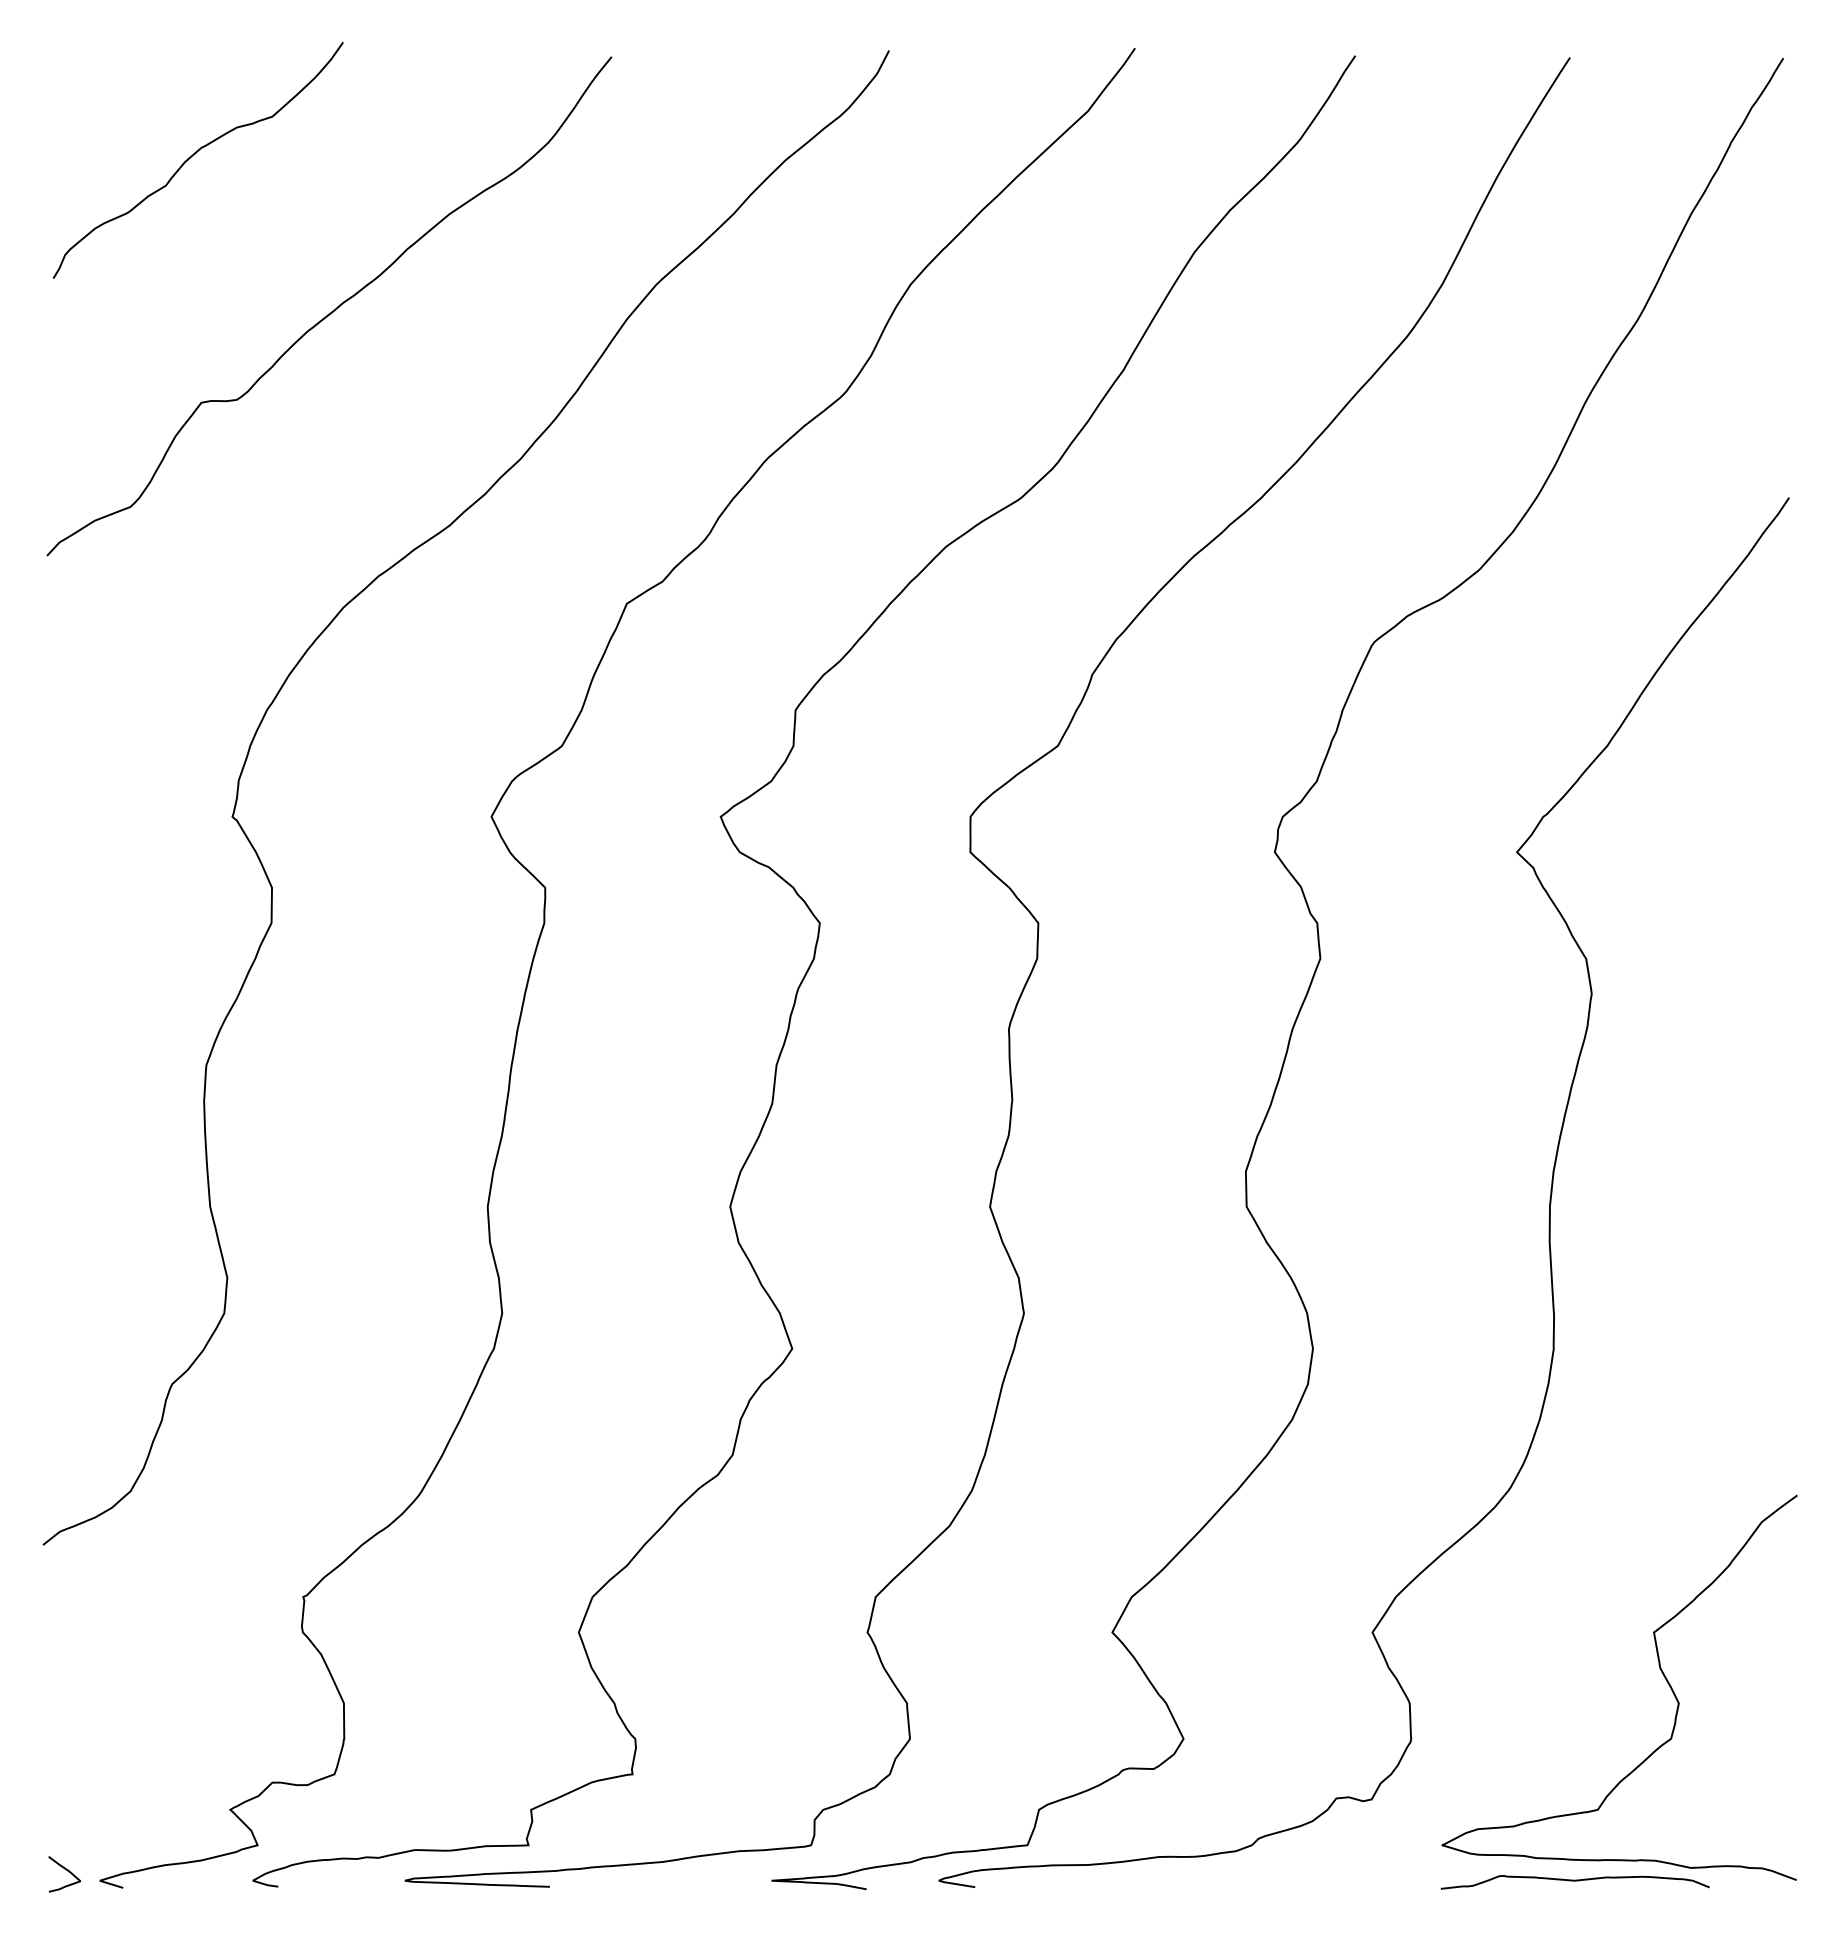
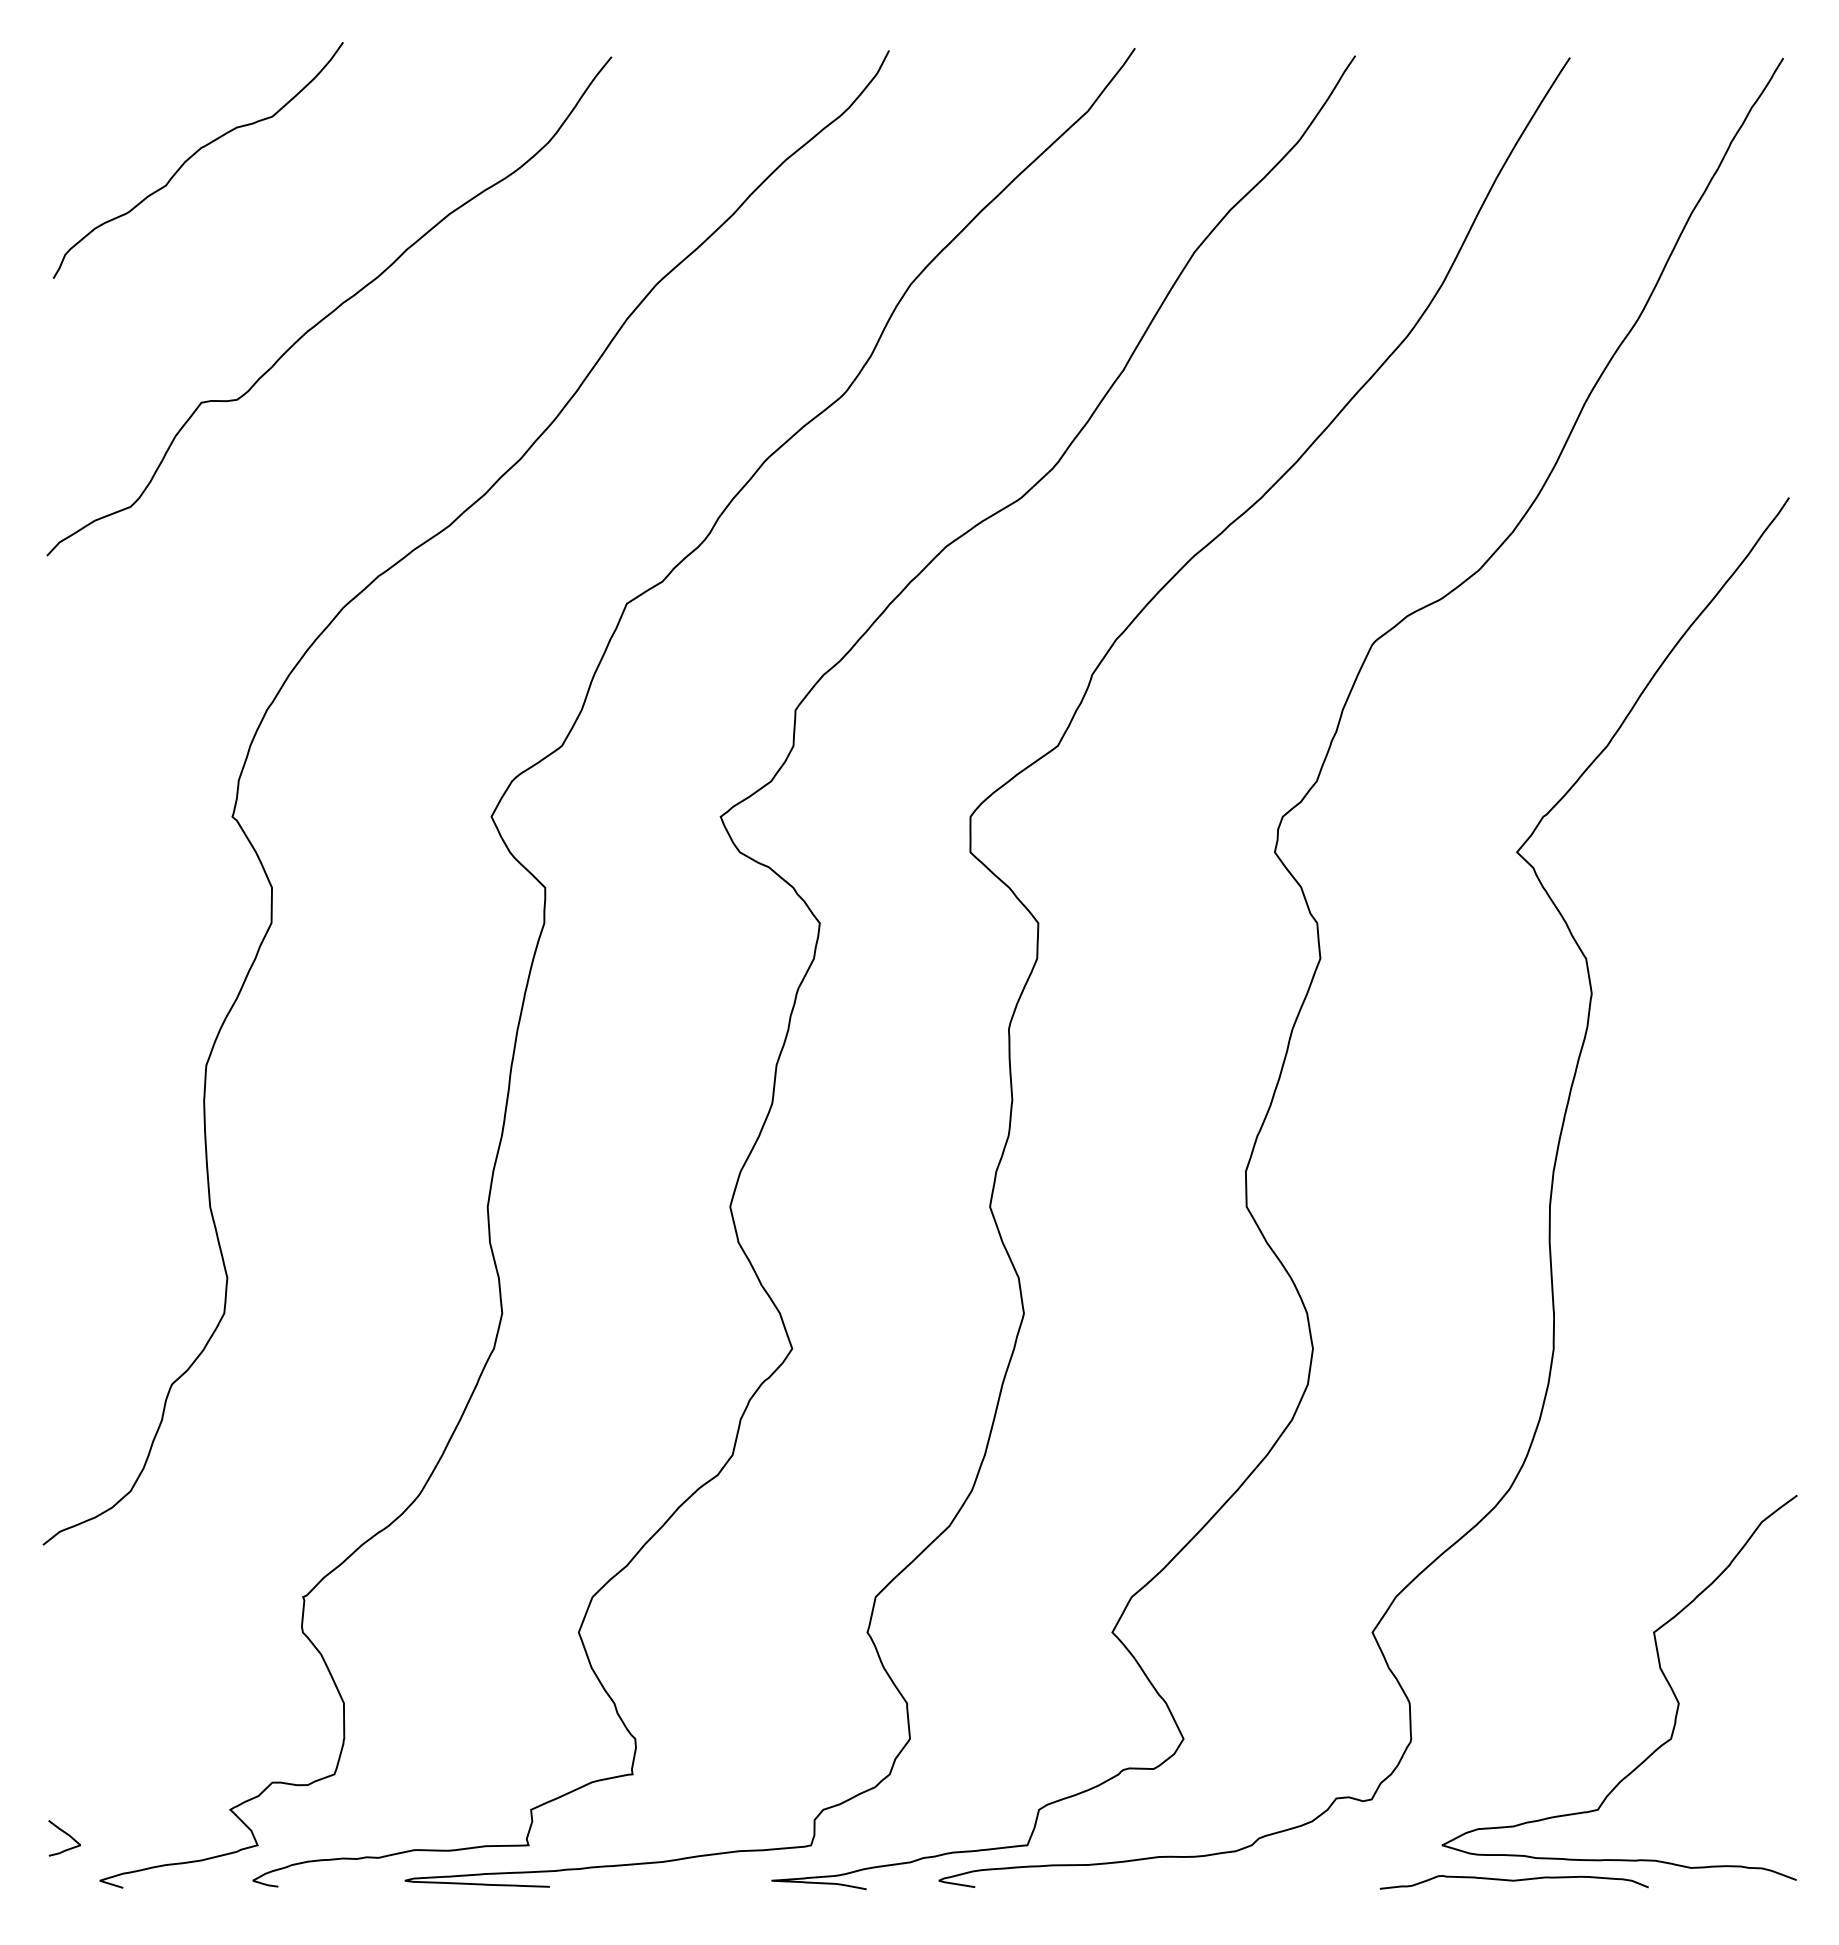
curve at (67, 1871) position: (67, 1871) -> (67, 1835)
curve at (1574, 1881) position: (1574, 1881) -> (1513, 1881)
